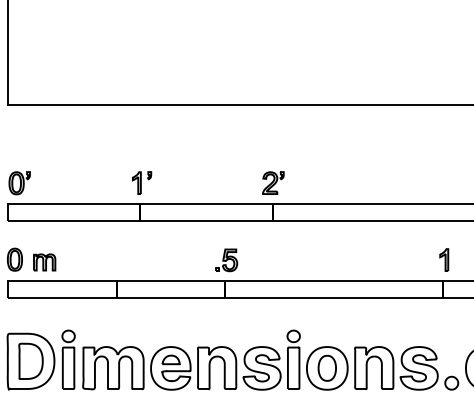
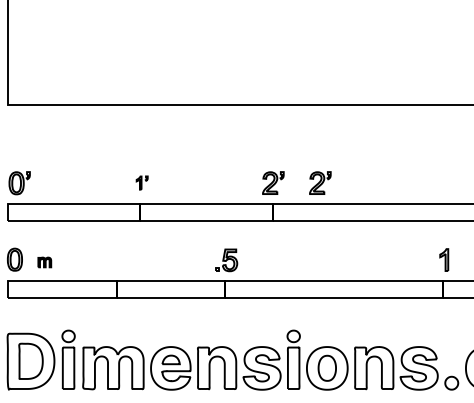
part at (142, 182) size: 21x24 px -> 14x16 px
part at (320, 182): none -> present
part at (44, 262) size: 24x19 px -> 16x13 px
